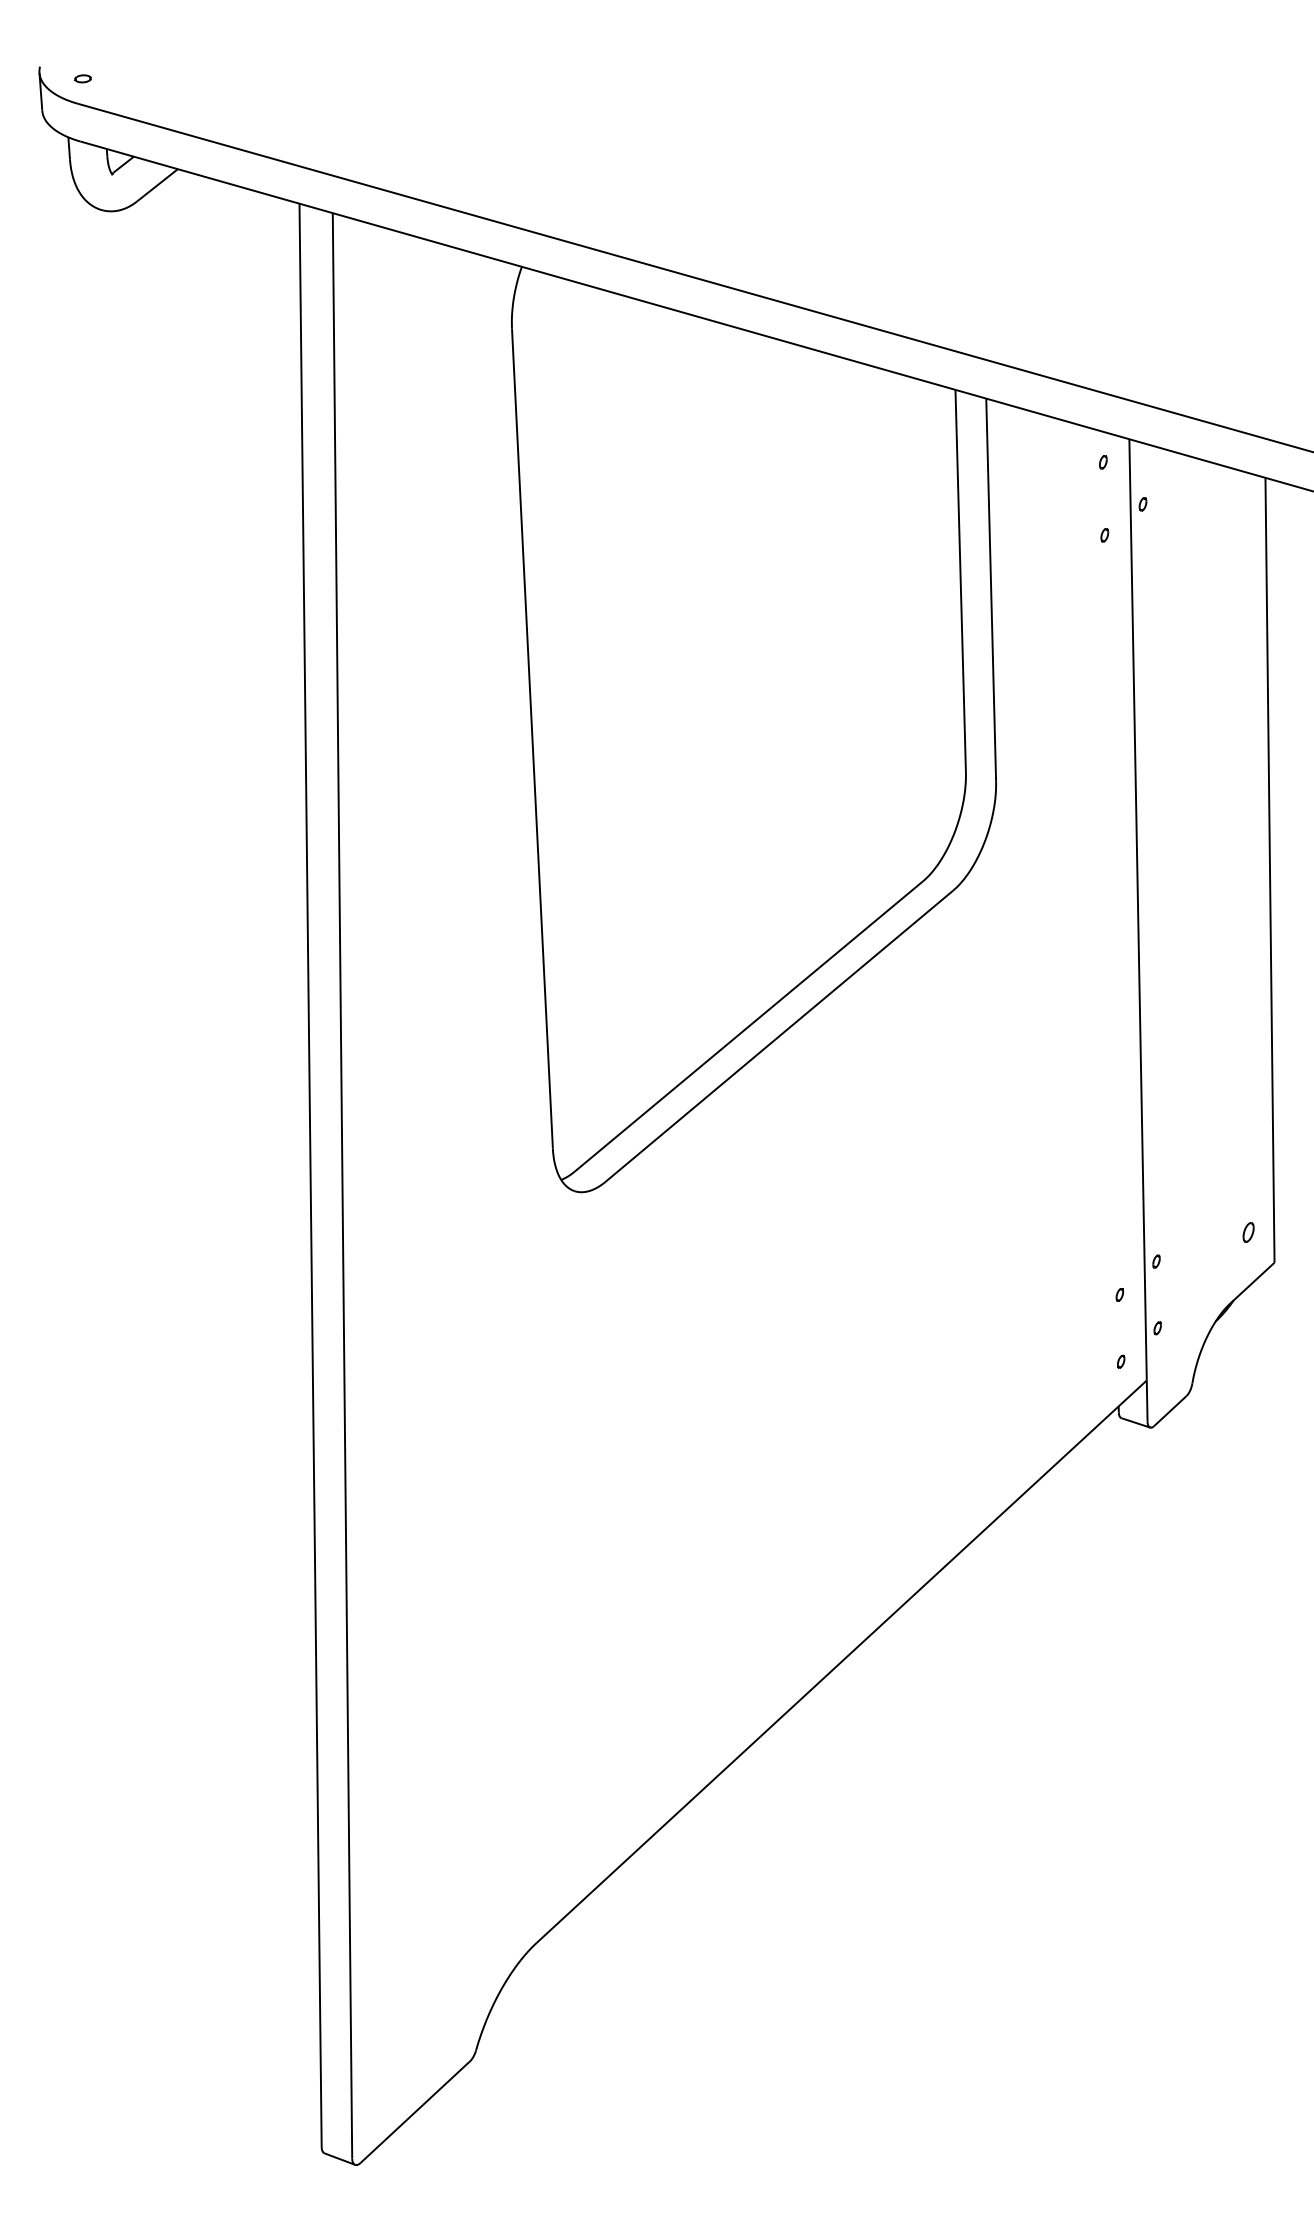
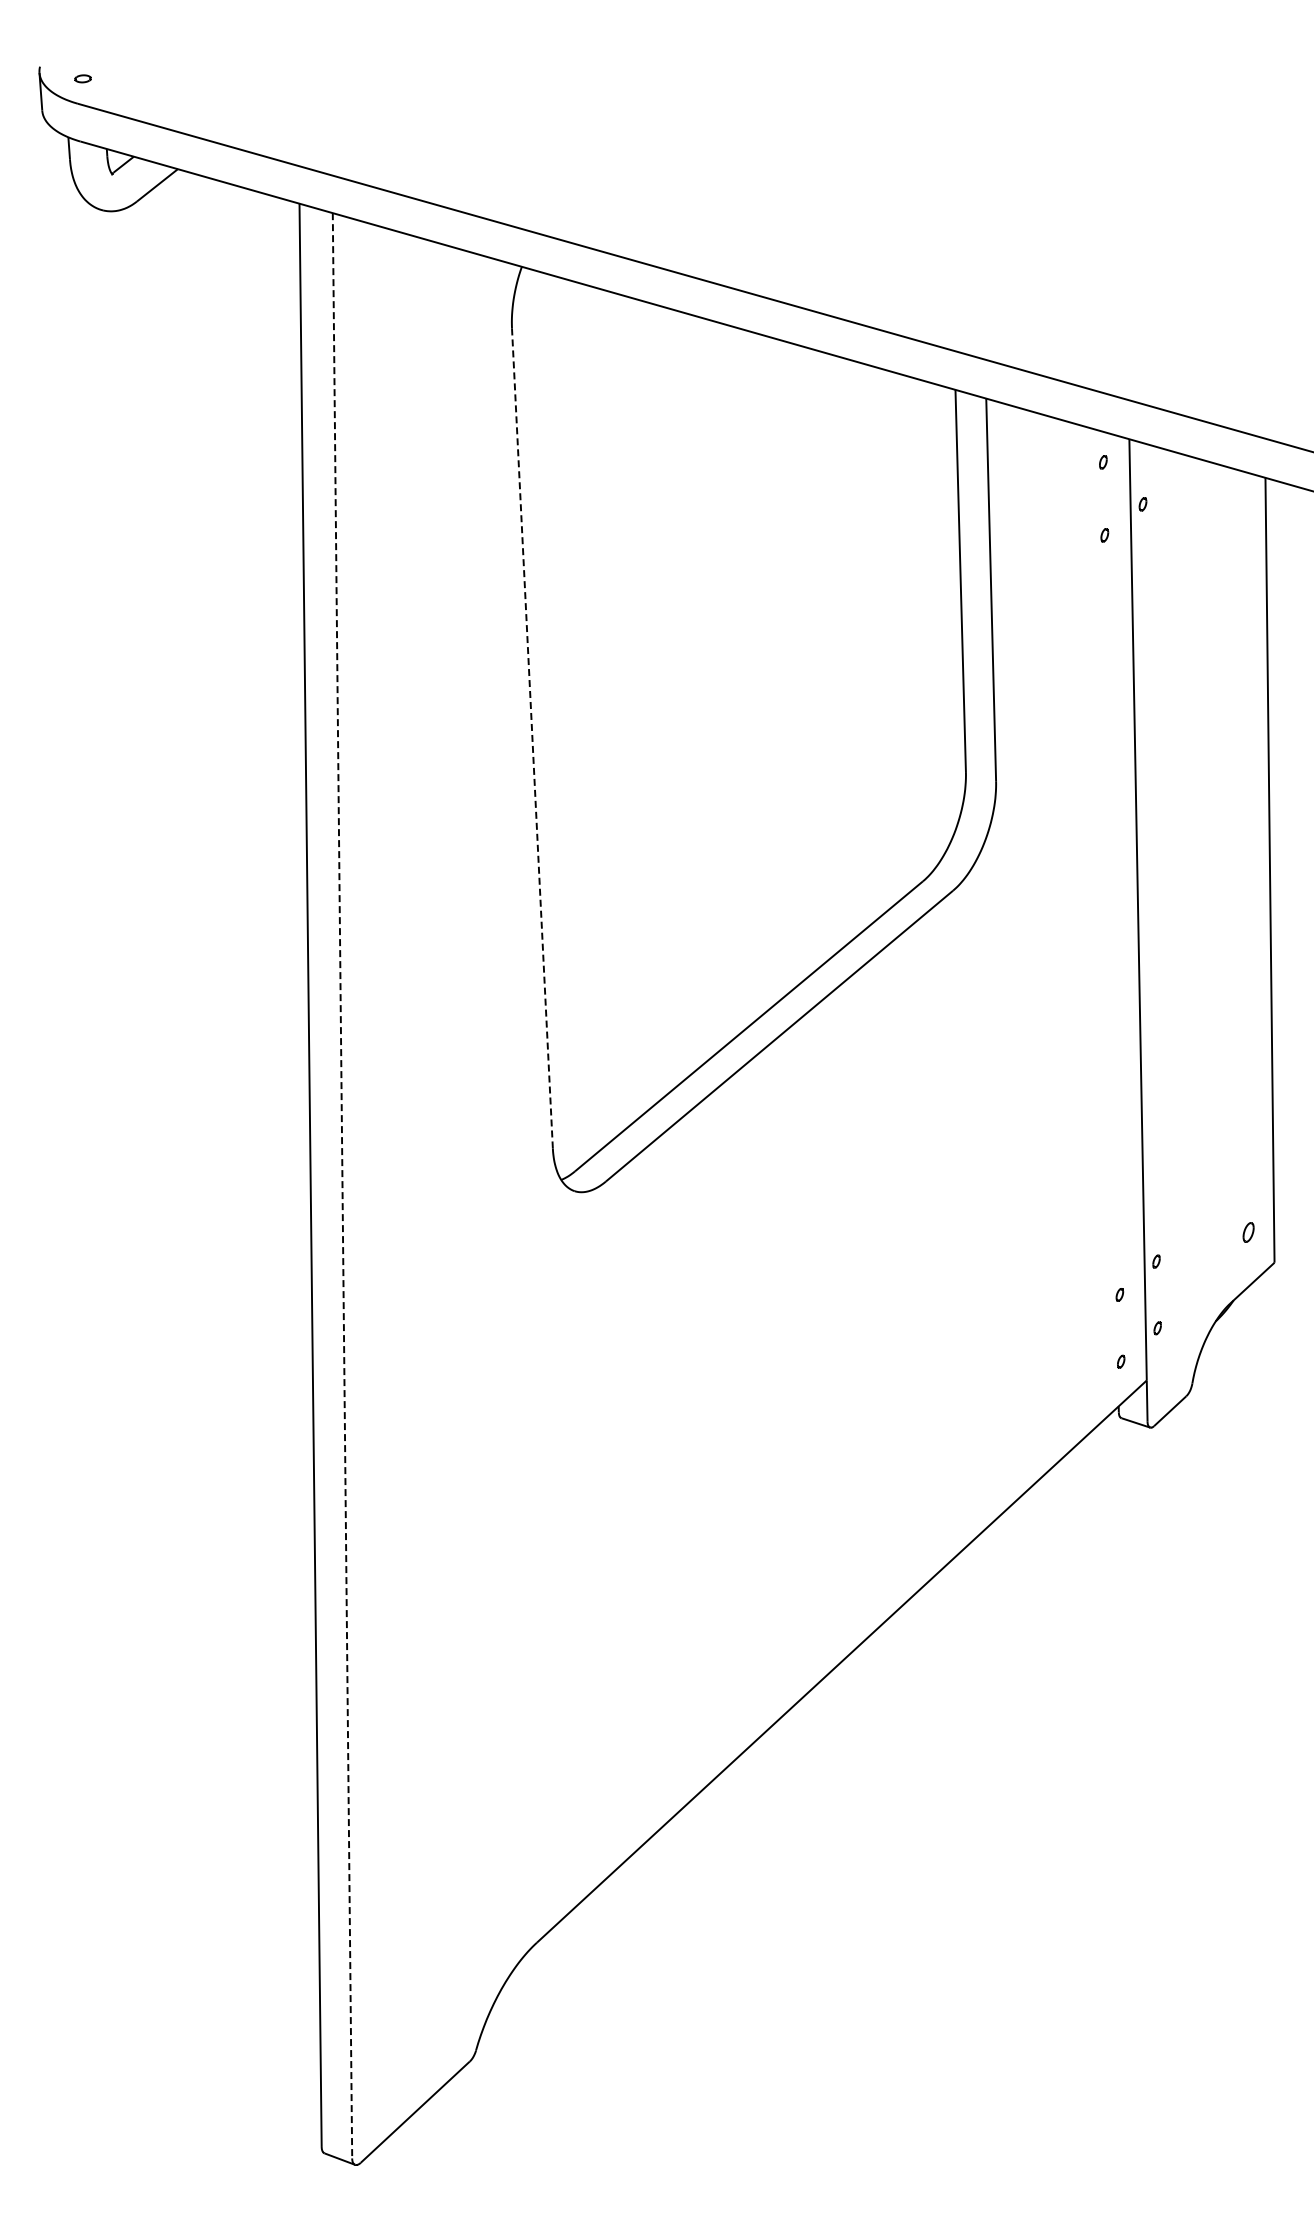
line at (532, 738): solid -> dashed
line at (342, 1185): solid -> dashed
